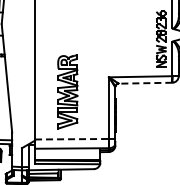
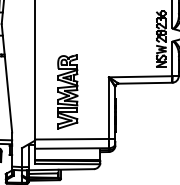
line at (145, 83): dashed -> solid
line at (72, 139): dashed -> solid
